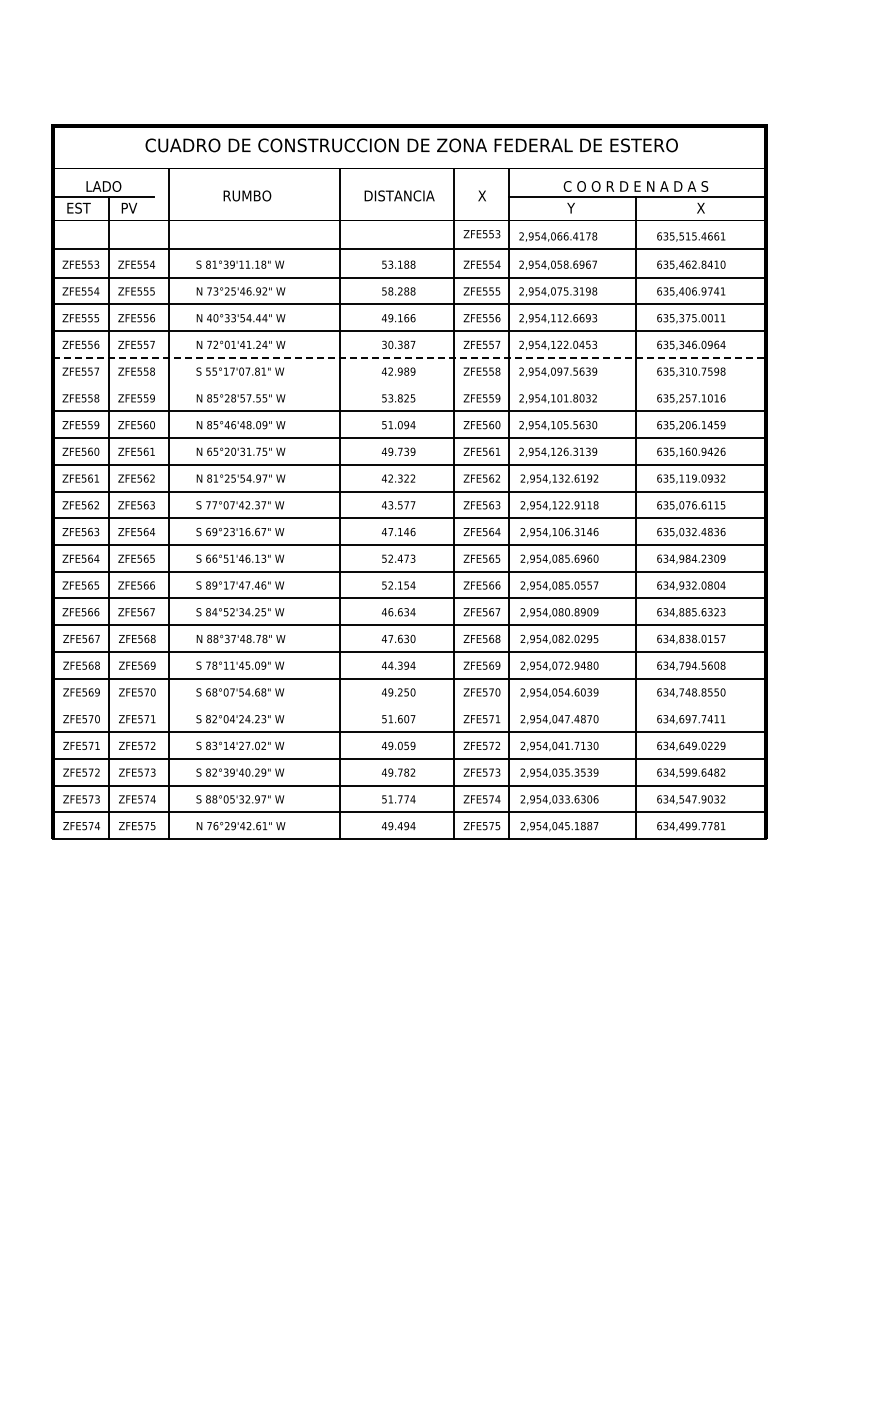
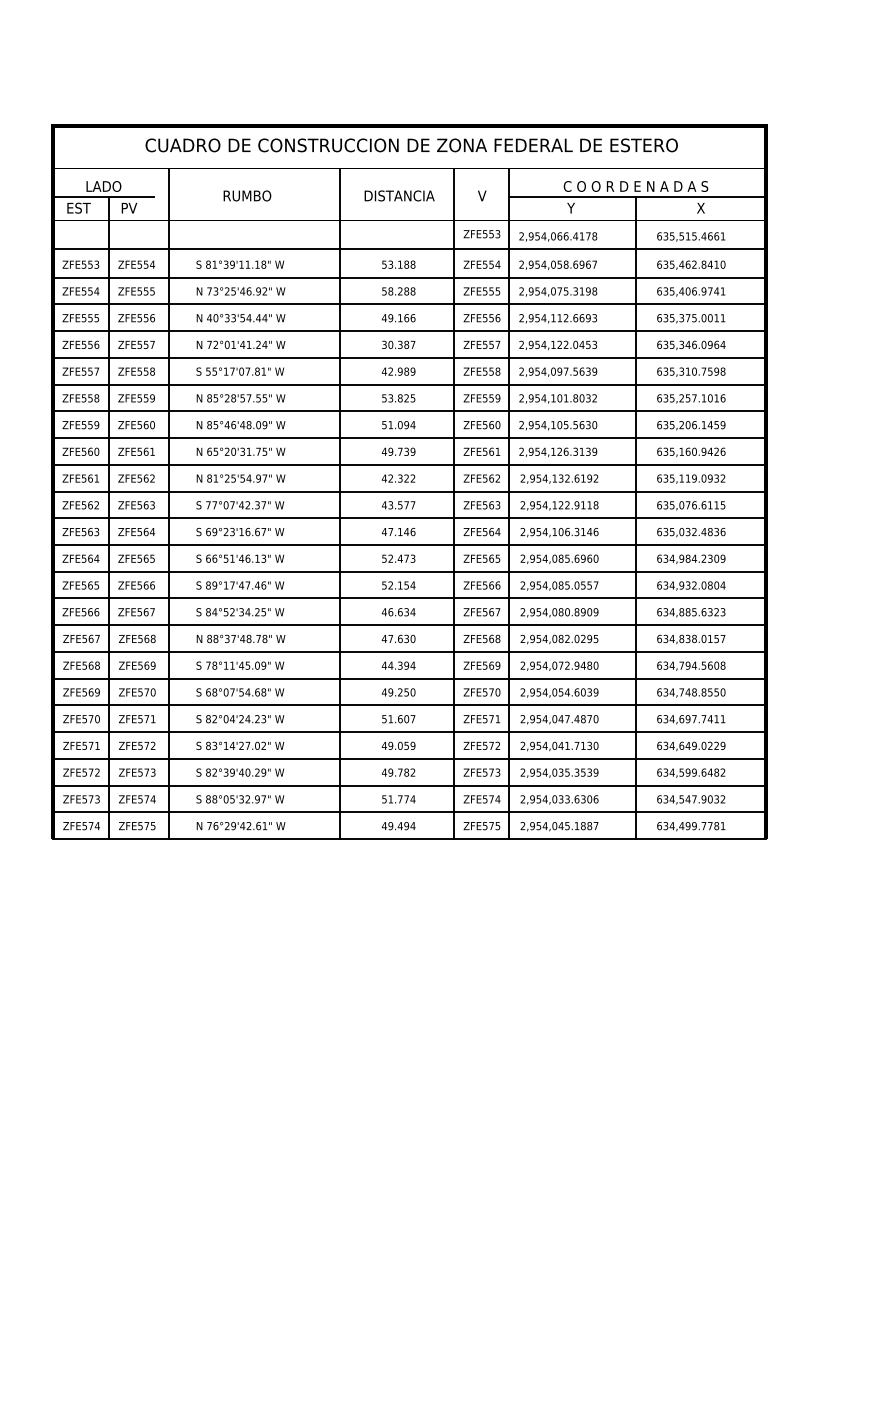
text at (482, 195): X -> V
line at (410, 357): dashed -> solid
line at (409, 384): none -> present
line at (409, 705): none -> present
